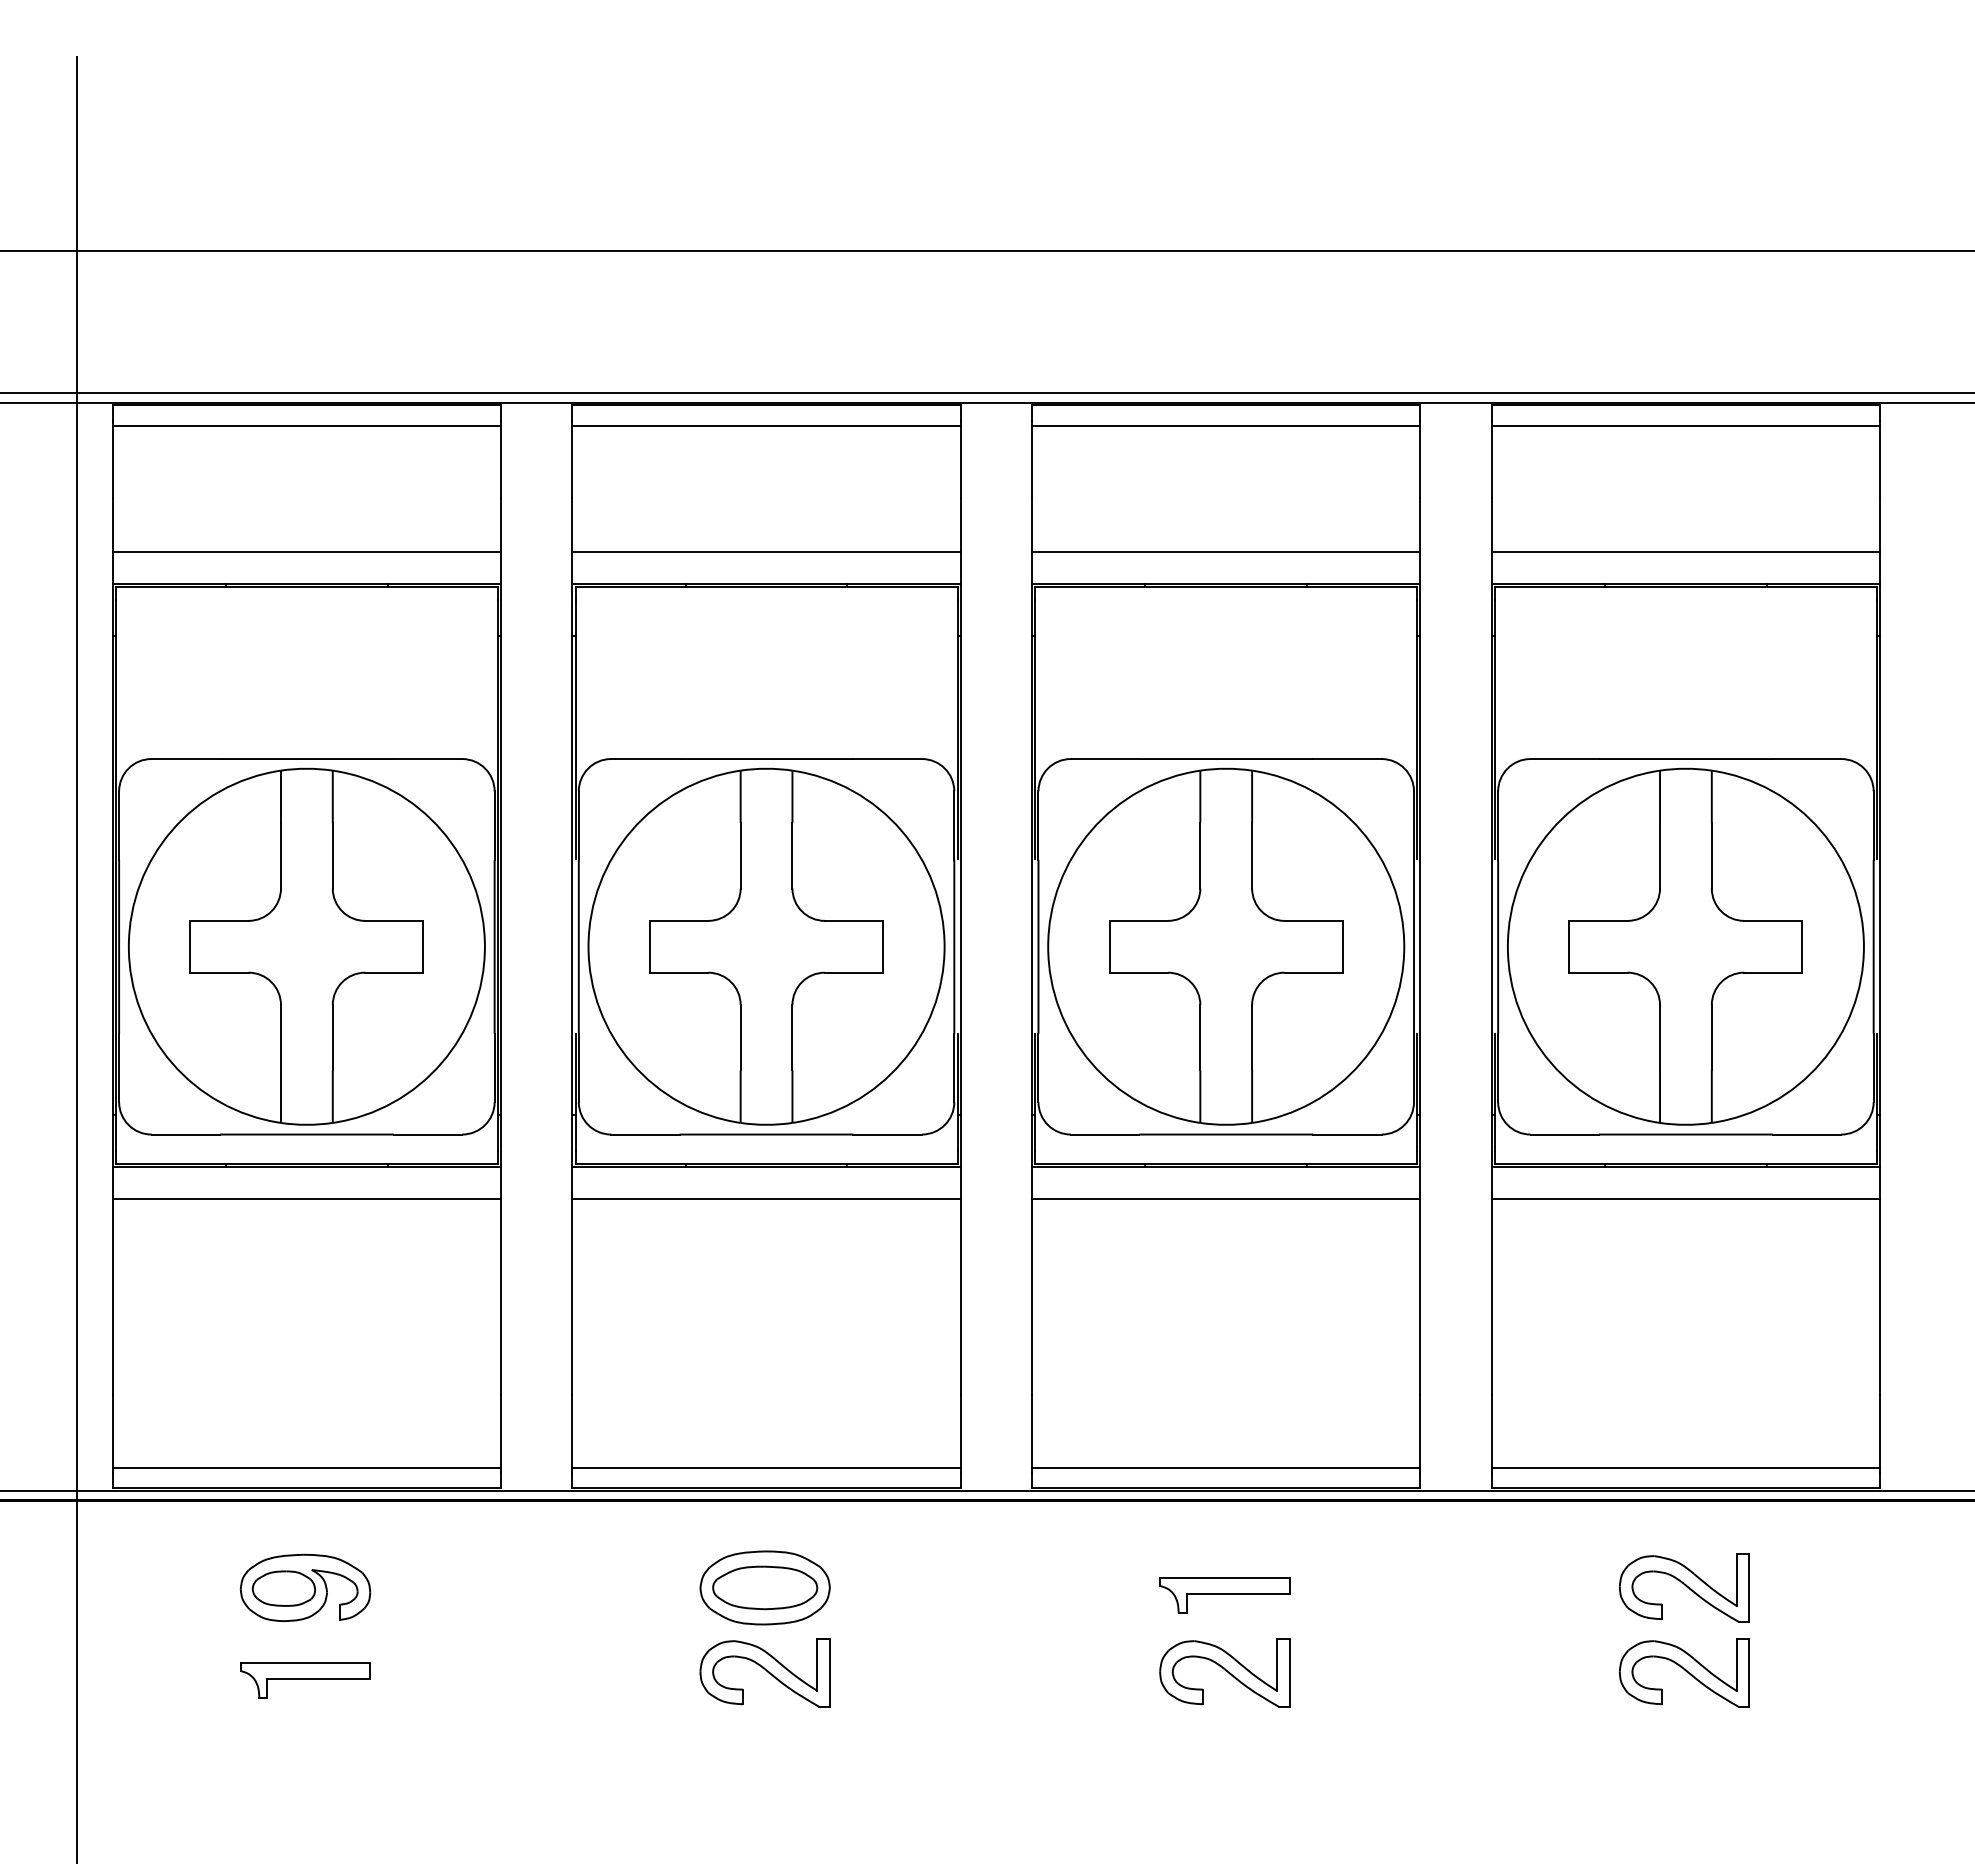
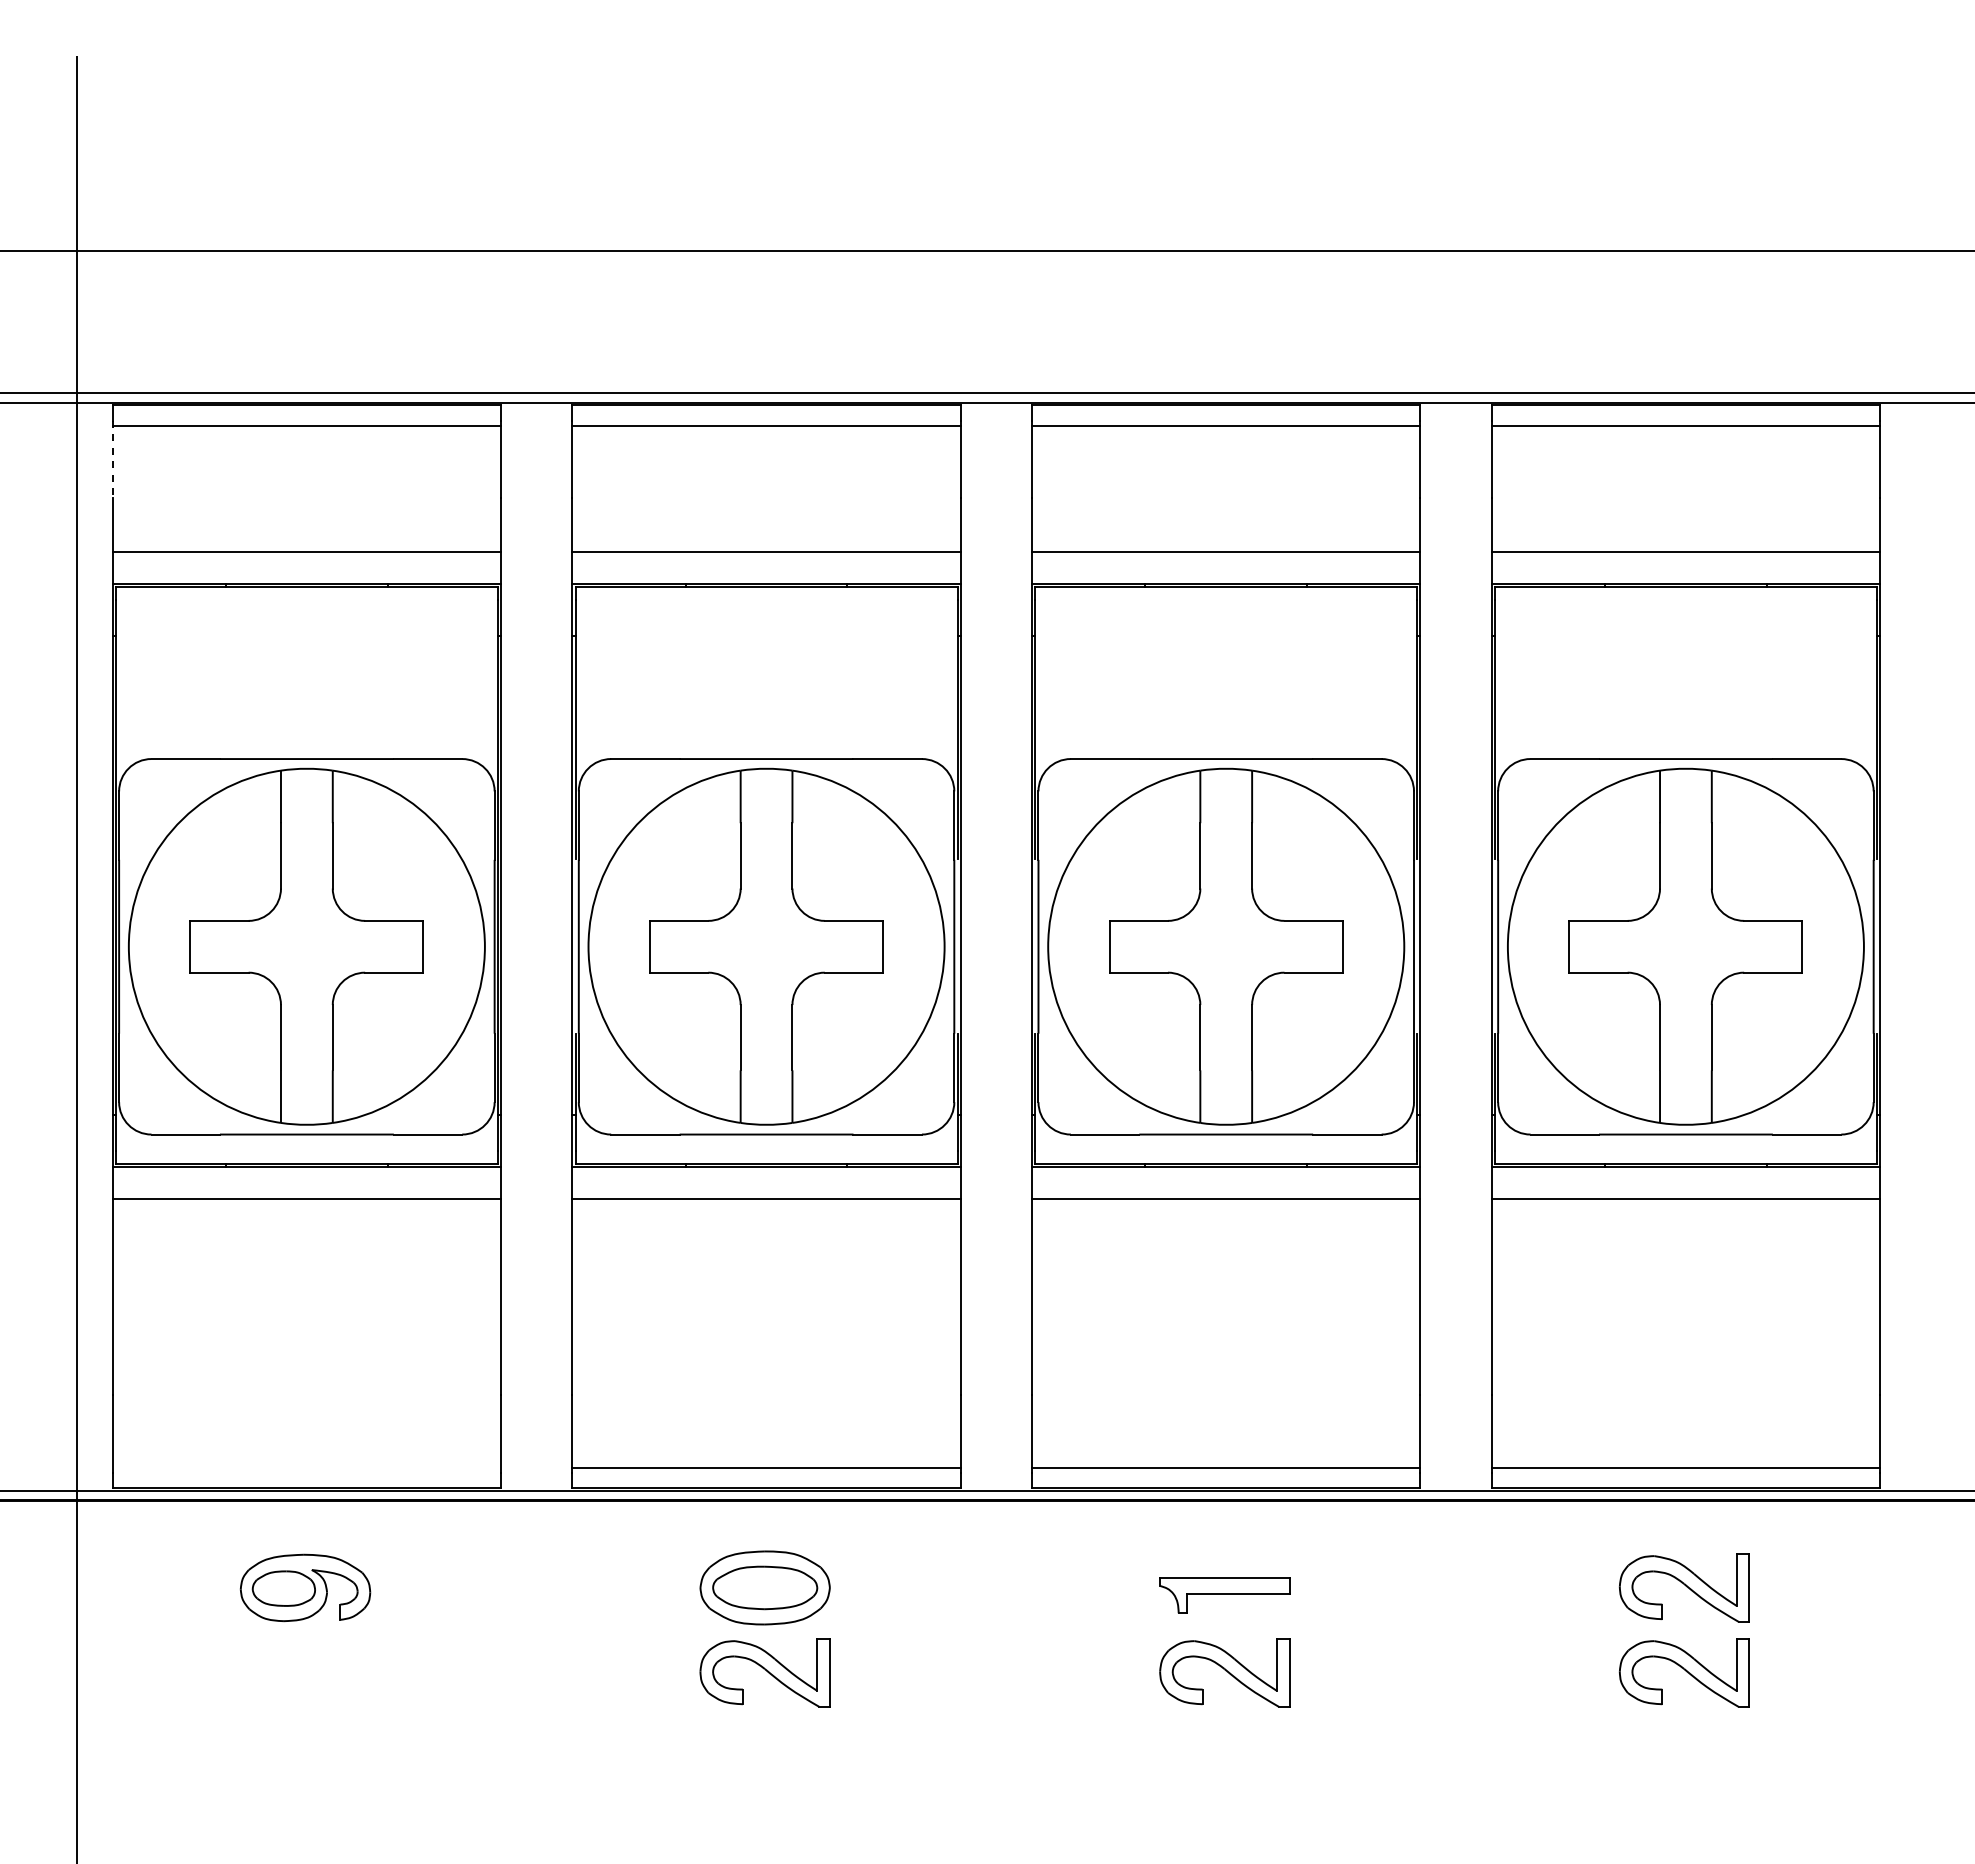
line at (112, 459): solid -> dashed
line at (306, 1468): present -> none
part at (305, 1680): present -> none
